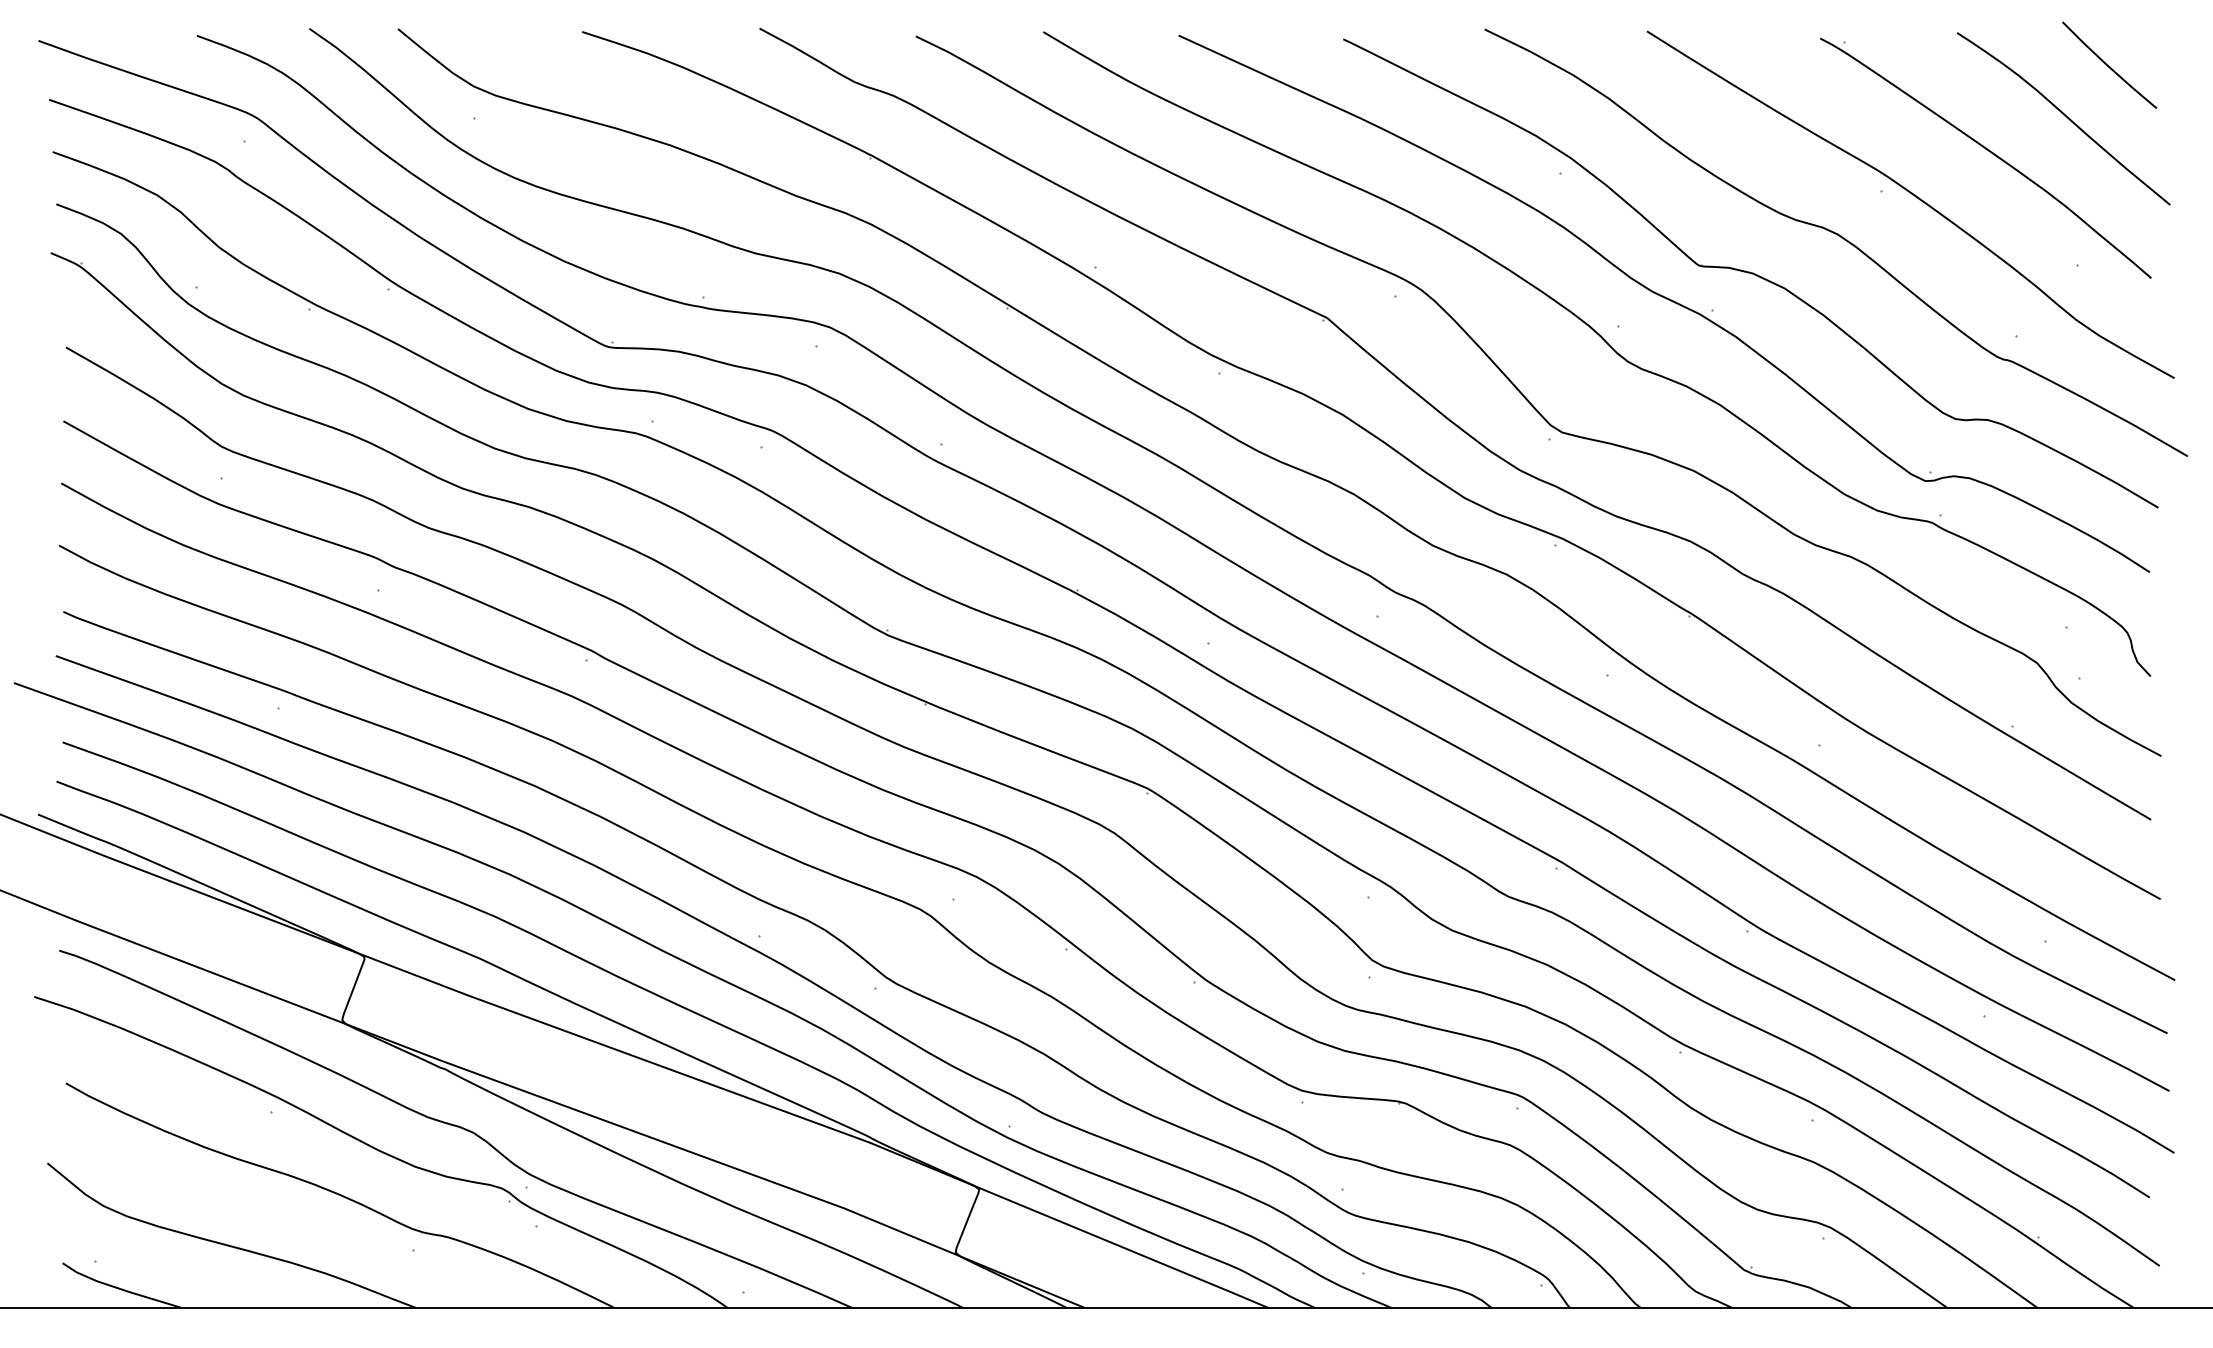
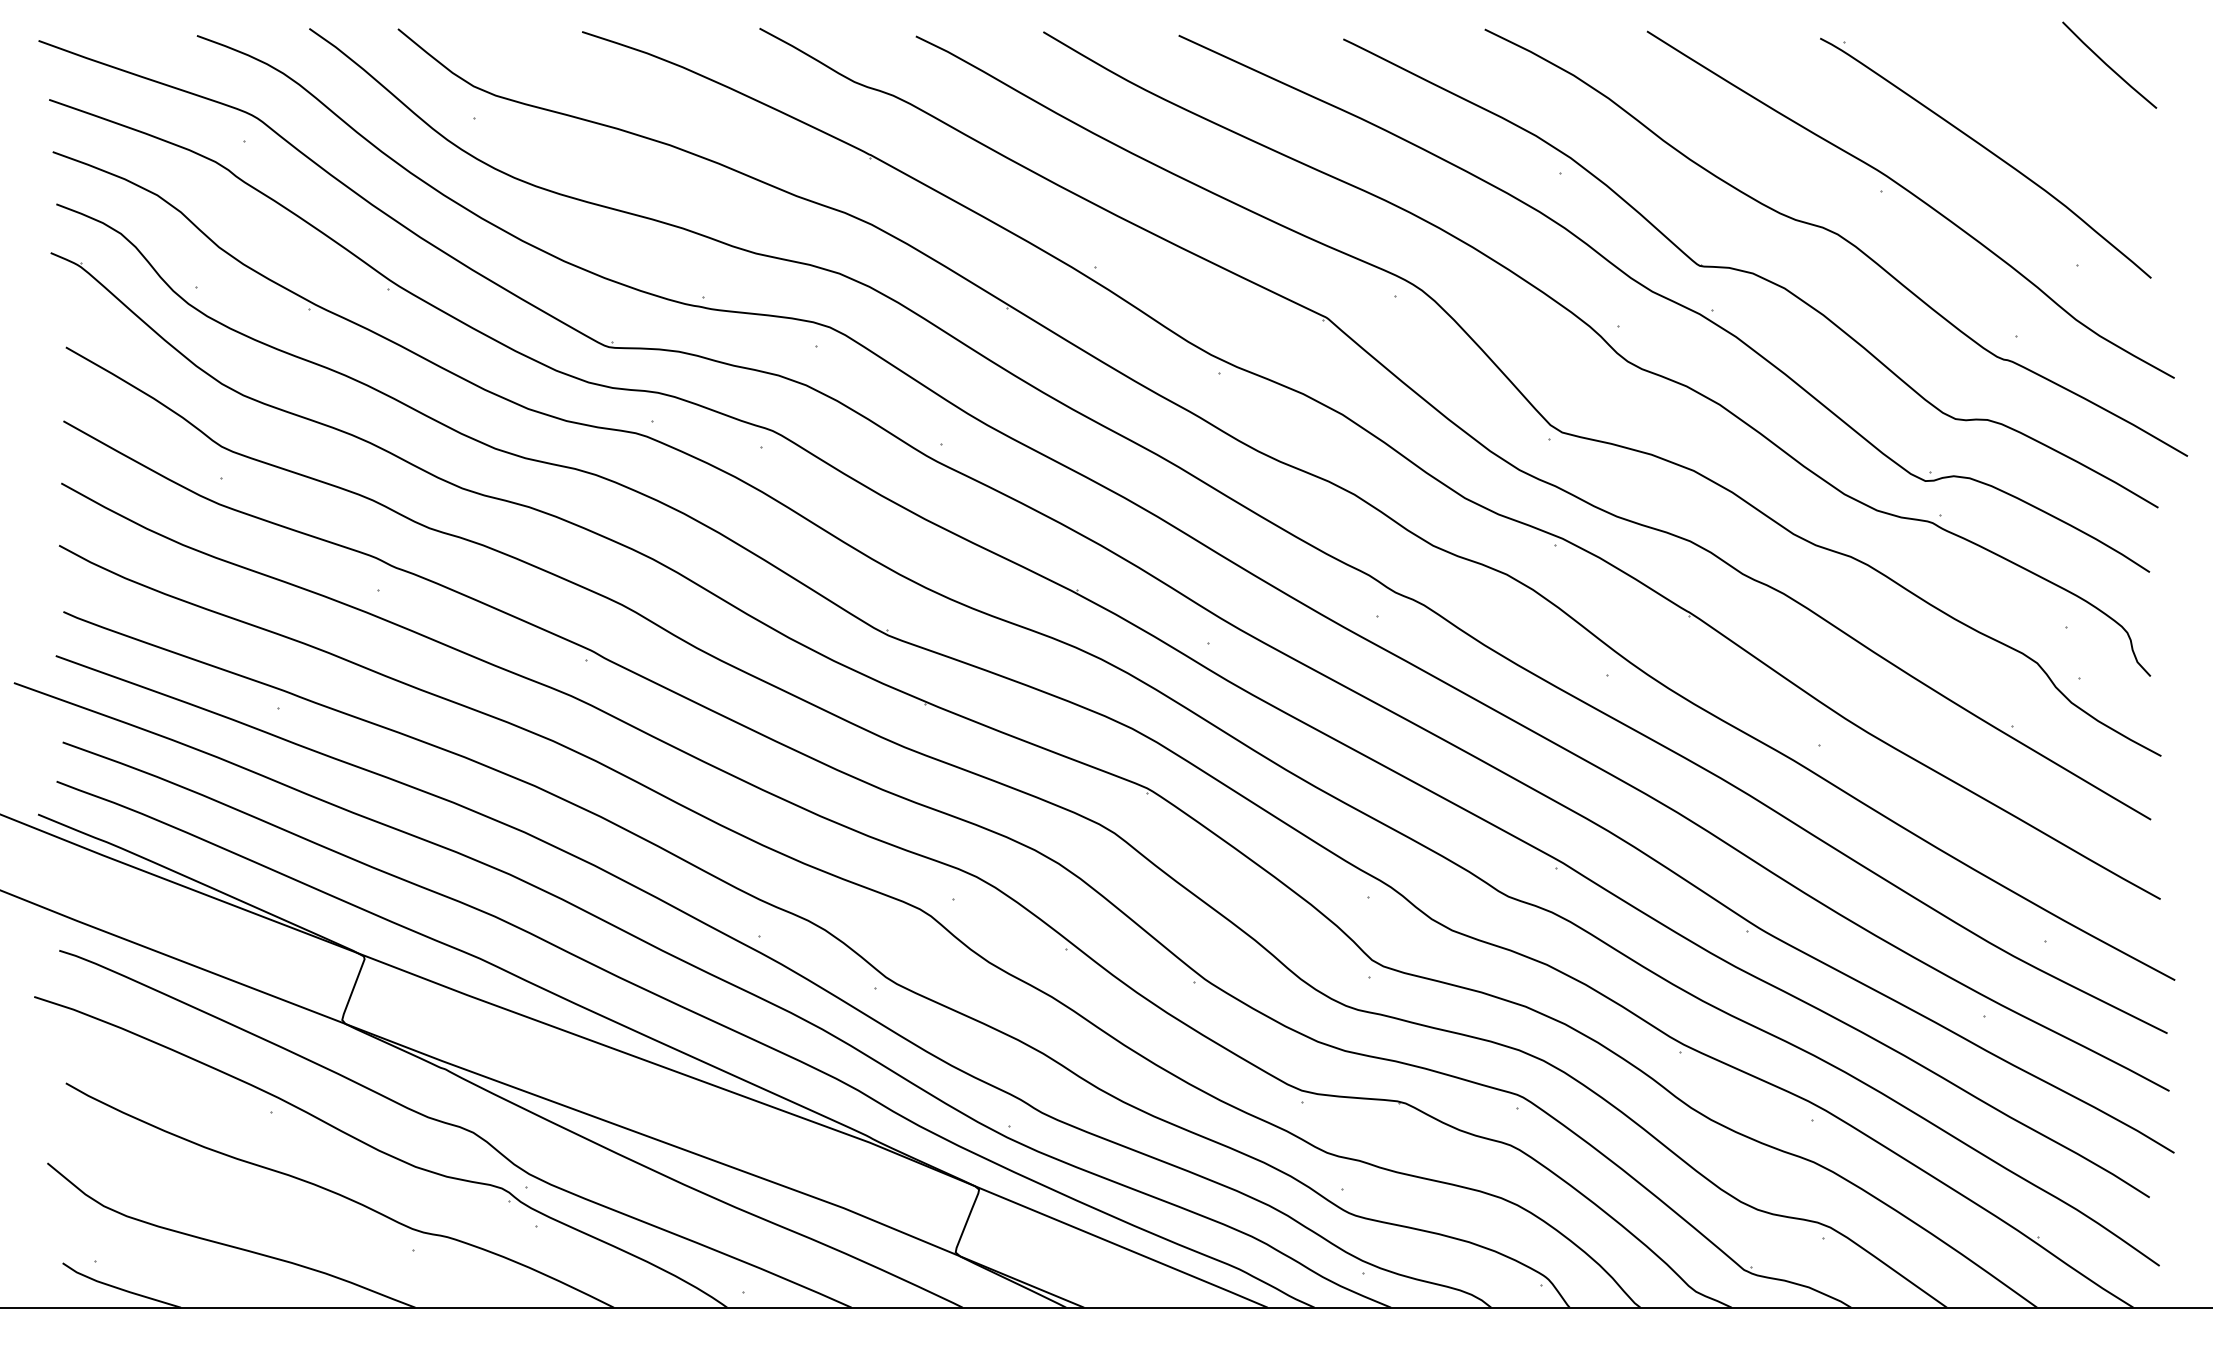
curve at (2065, 116): present -> none
